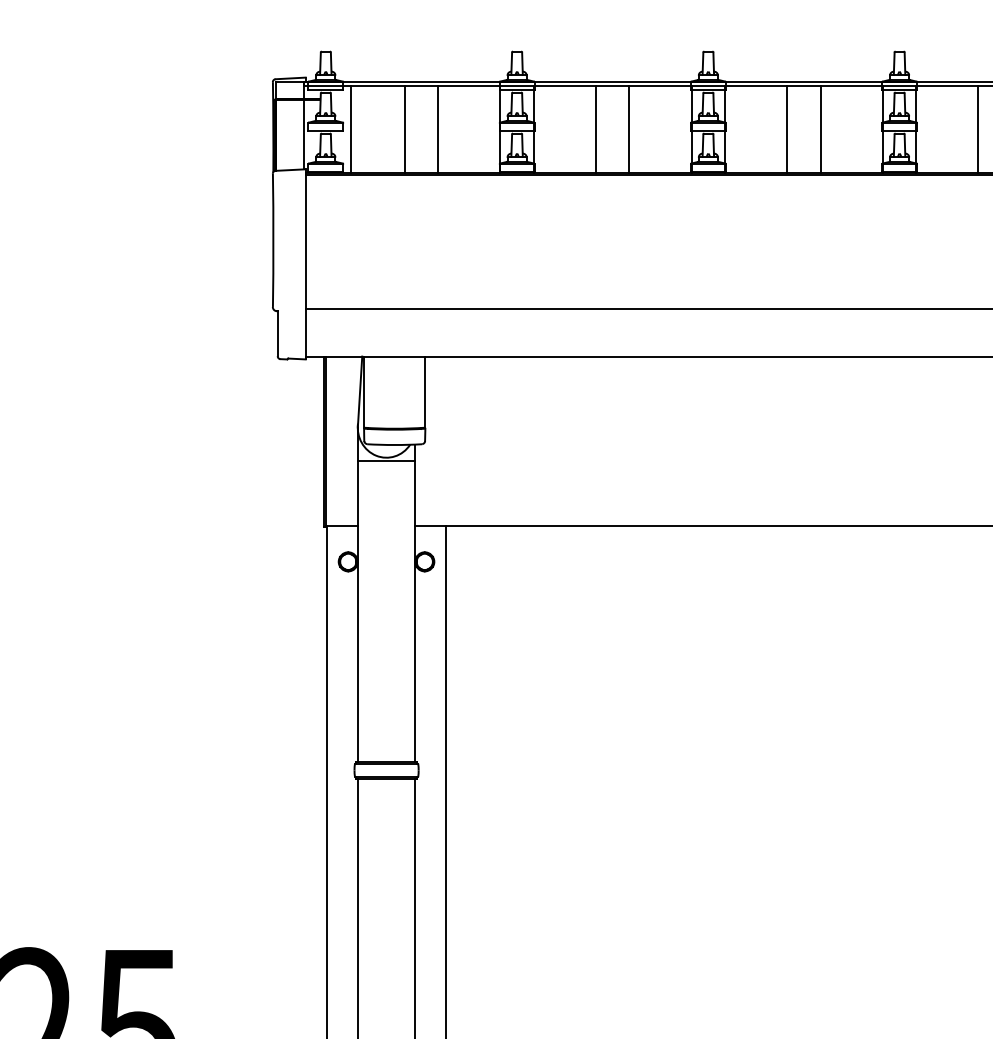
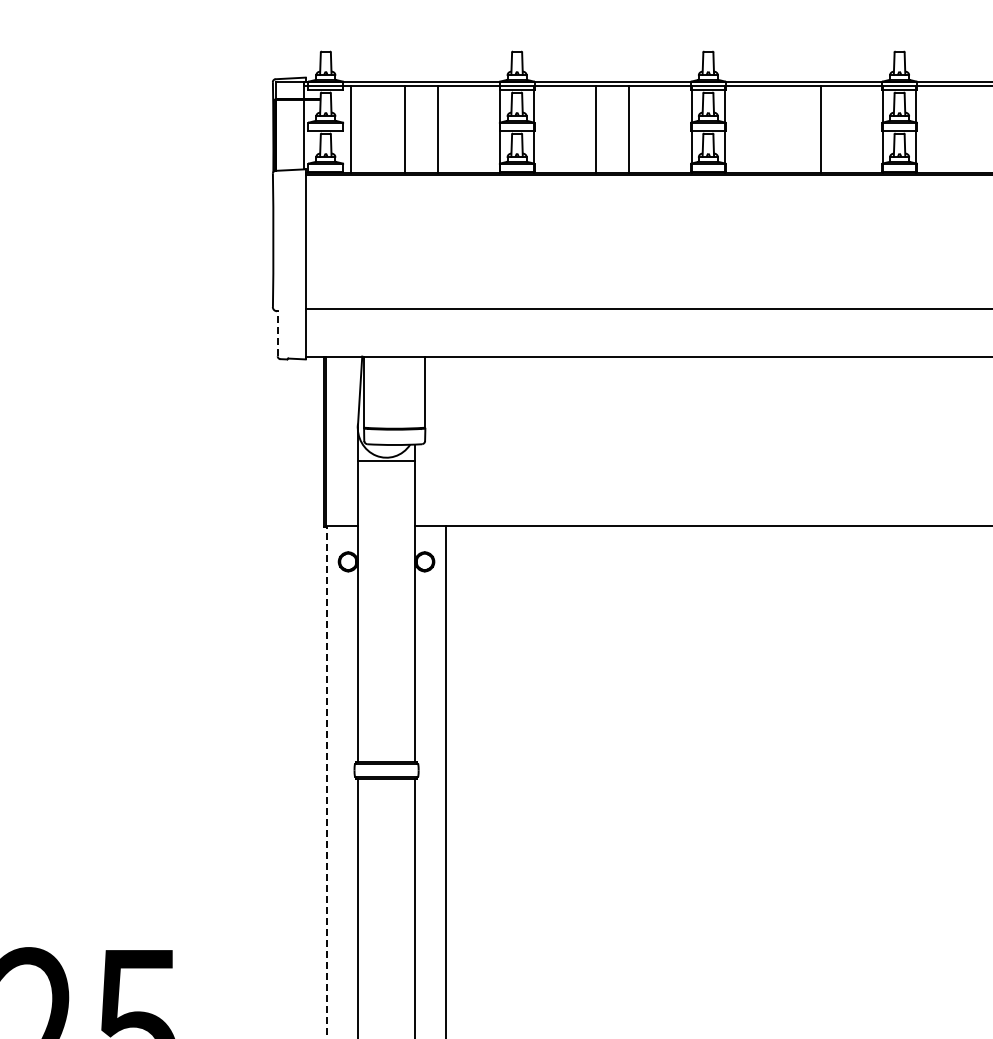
line at (787, 129): present -> none
line at (978, 129): present -> none
line at (277, 333): solid -> dashed
line at (326, 782): solid -> dashed
